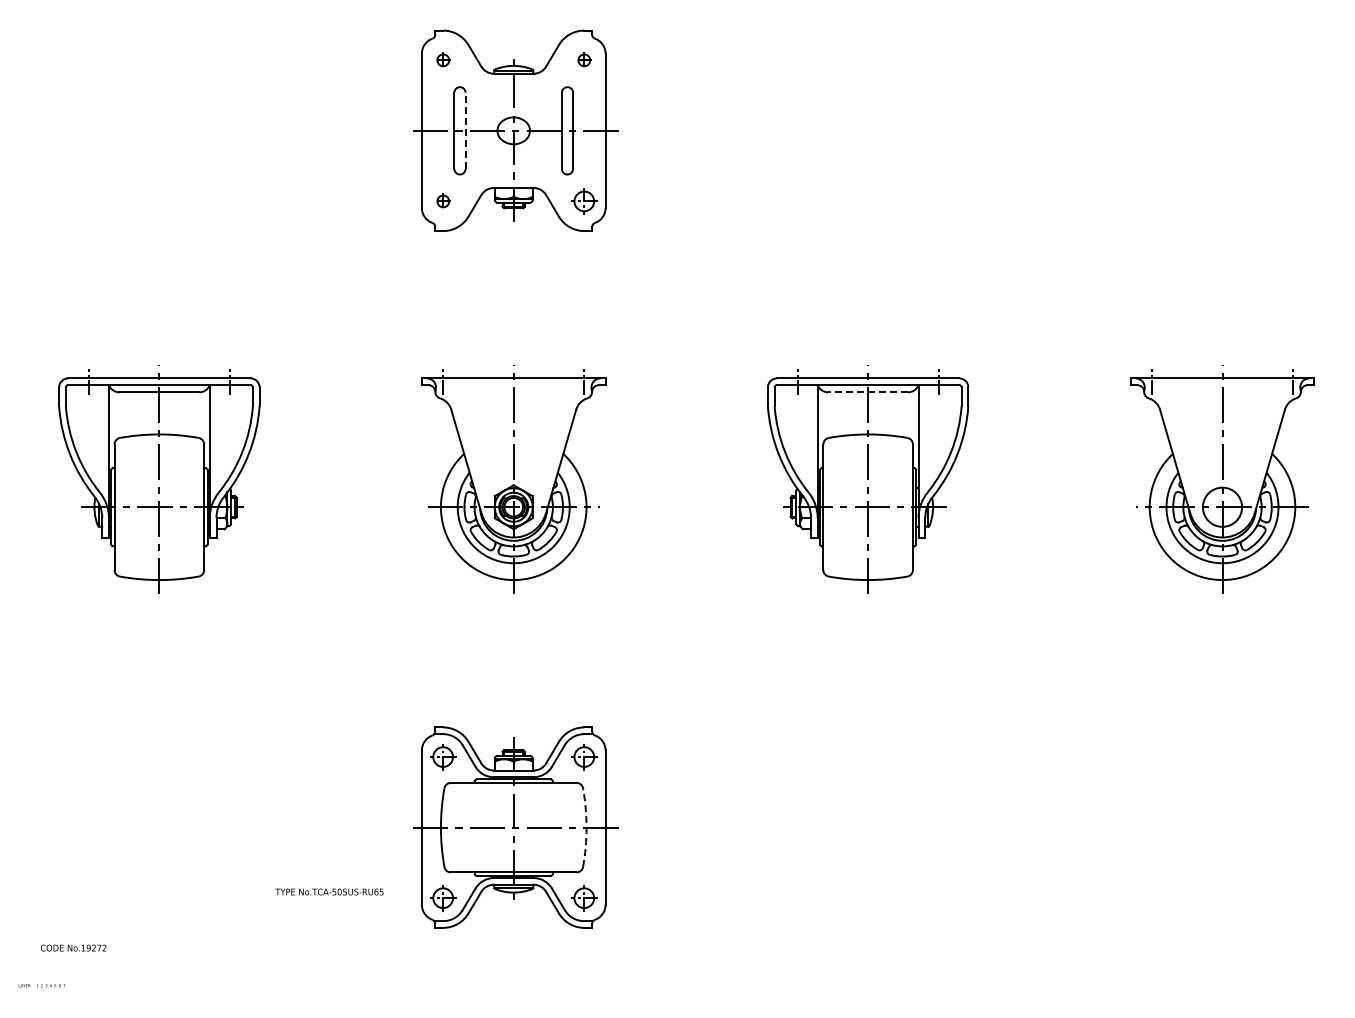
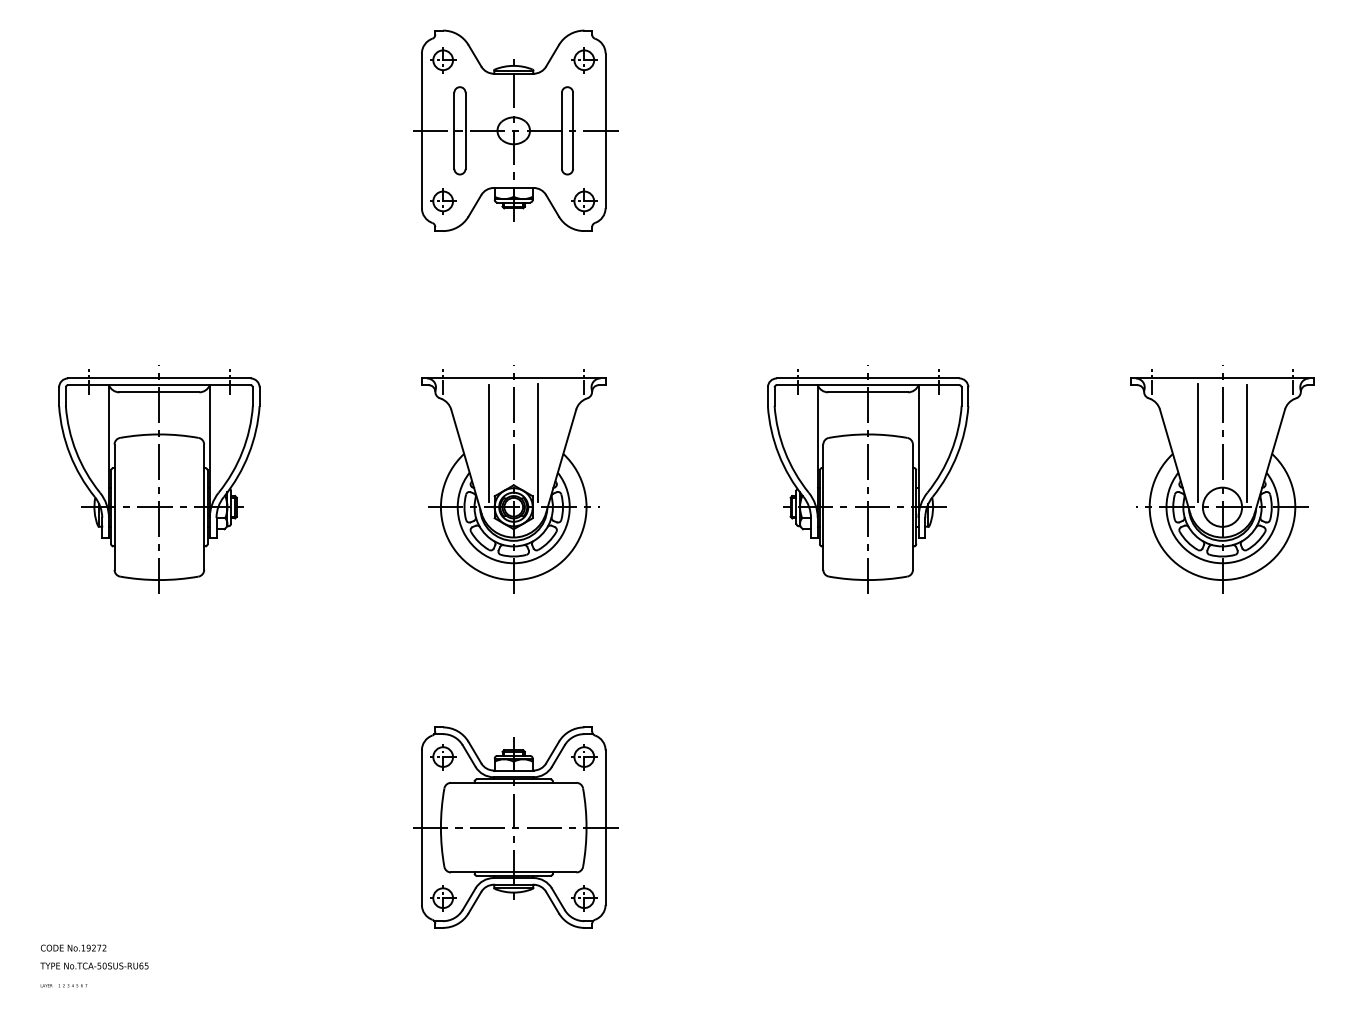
part at (443, 59) size: 15x16 px -> 27x27 px
part at (584, 59) size: 15x16 px -> 27x27 px
line at (465, 130): dashed -> solid
part at (443, 200) size: 15x16 px -> 27x27 px
line at (868, 392): dashed -> solid
line at (489, 442): none -> present
line at (538, 442): none -> present
line at (1197, 442): none -> present
line at (1247, 442): none -> present
arc at (586, 827): dashed -> solid
text at (329, 891) position: (329, 891) -> (94, 965)
text at (41, 985) position: (41, 985) -> (63, 985)
